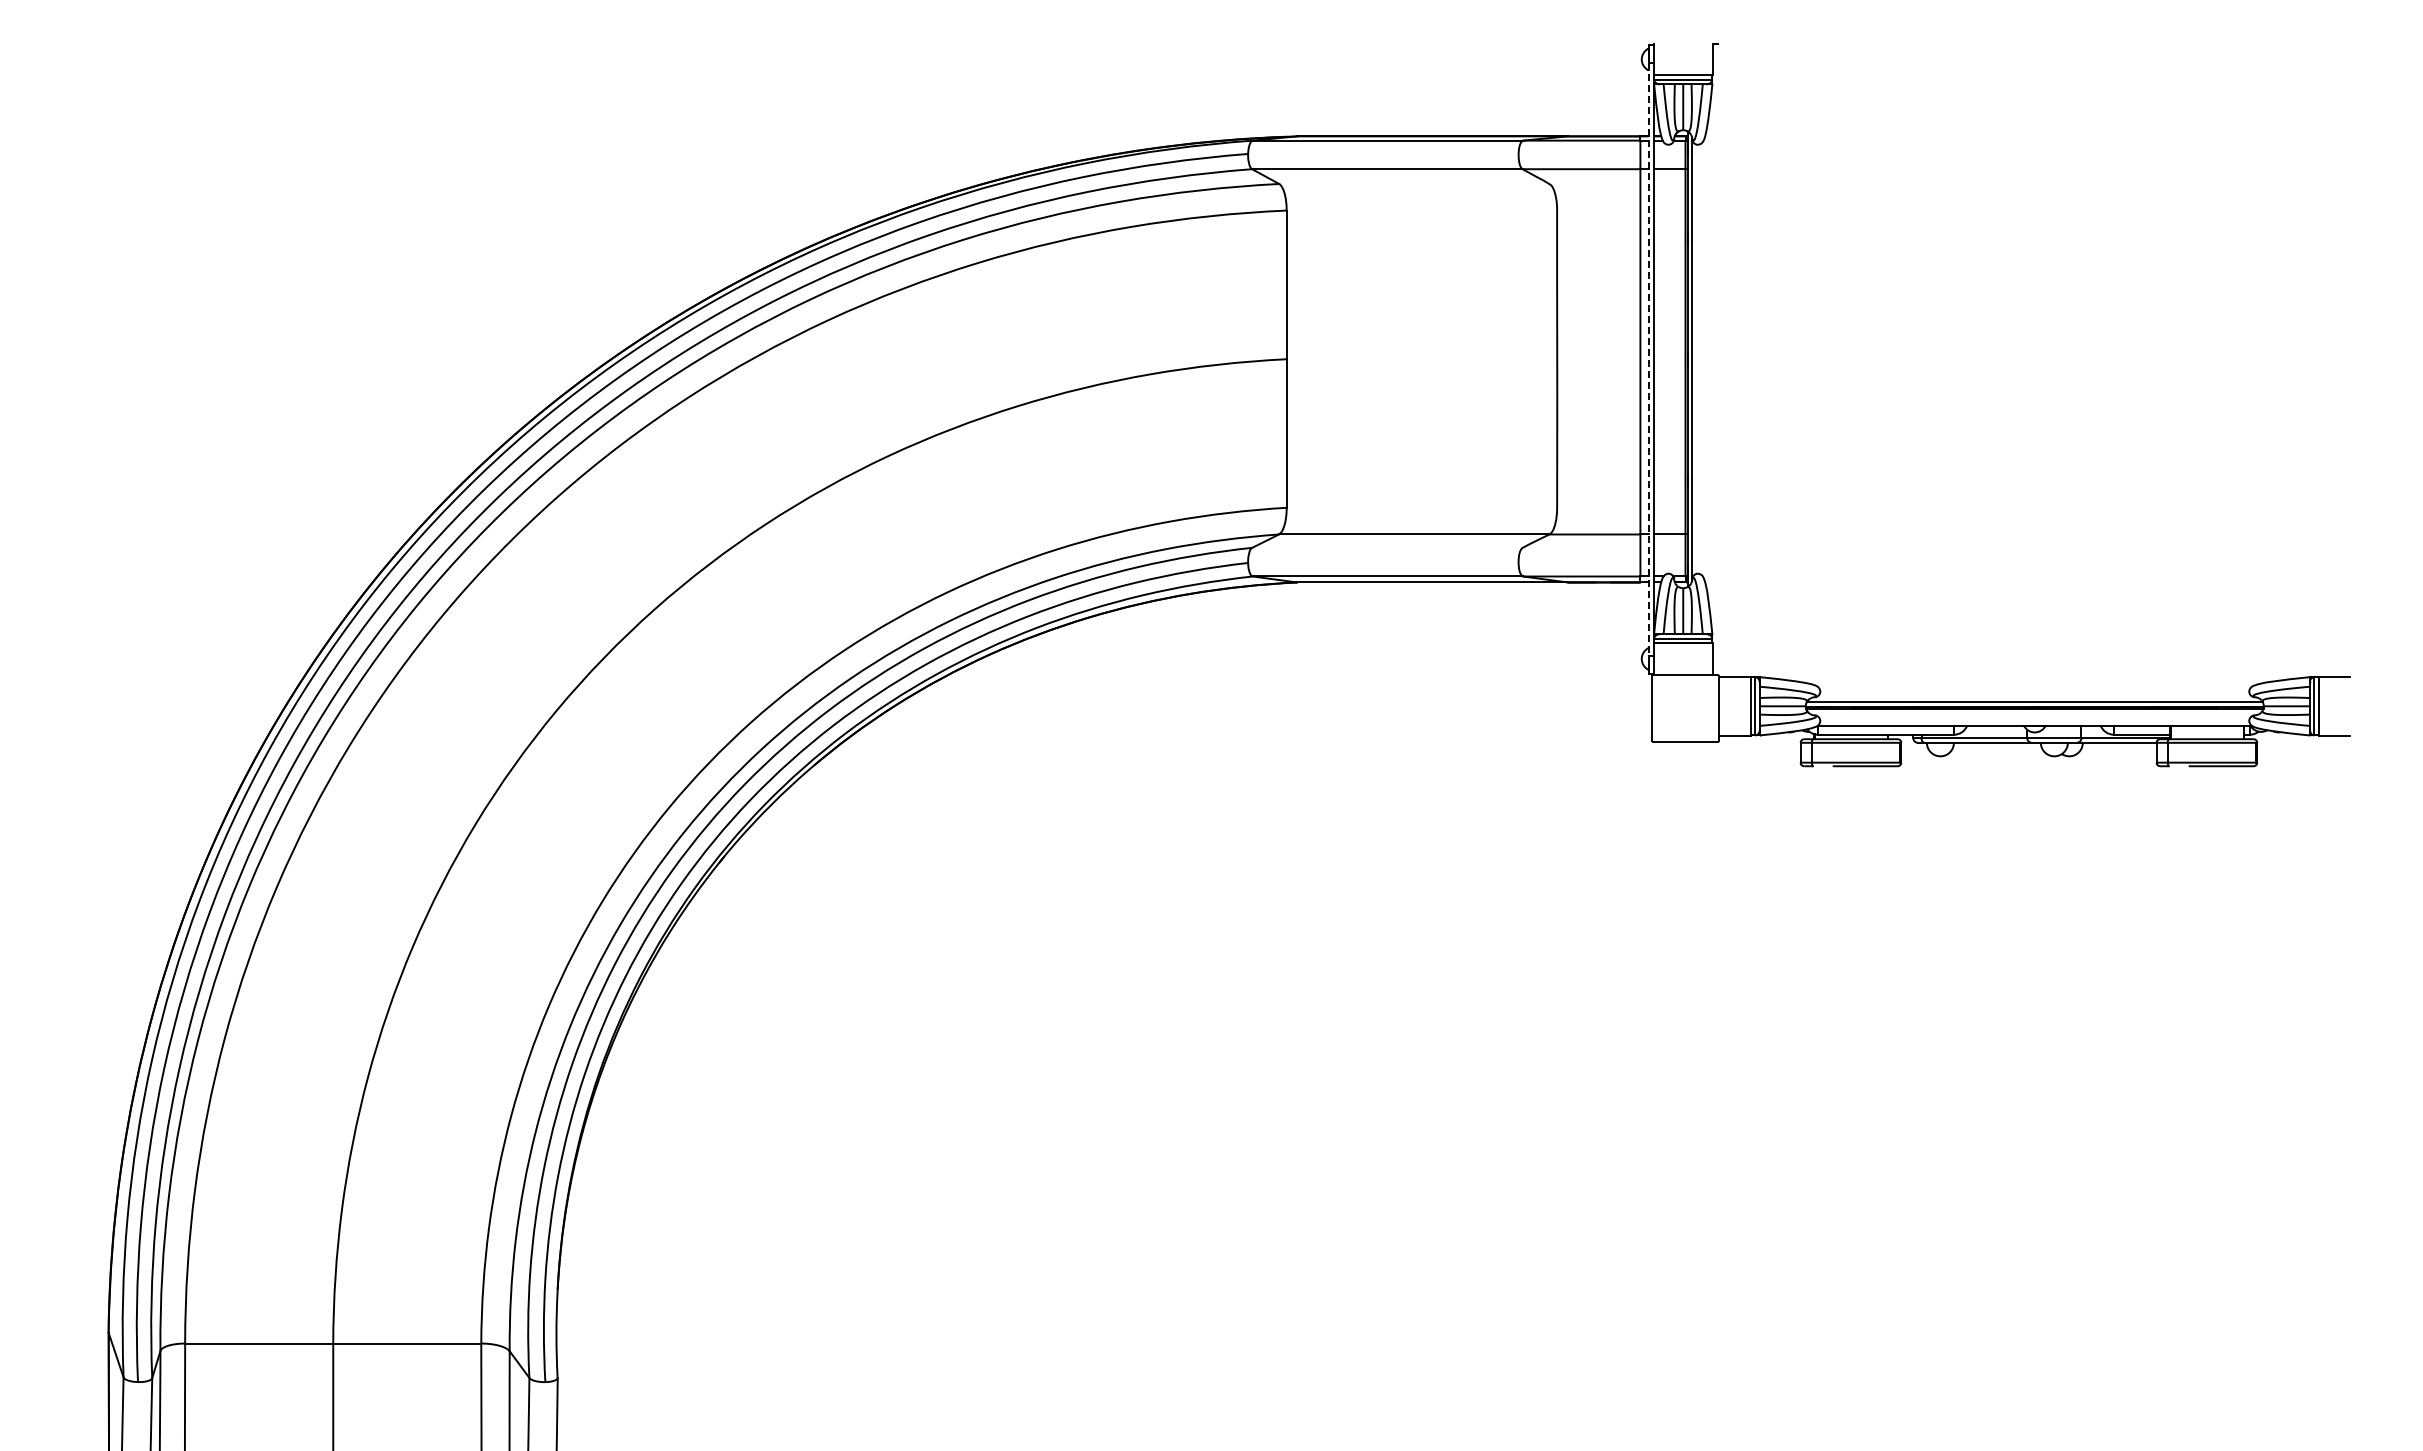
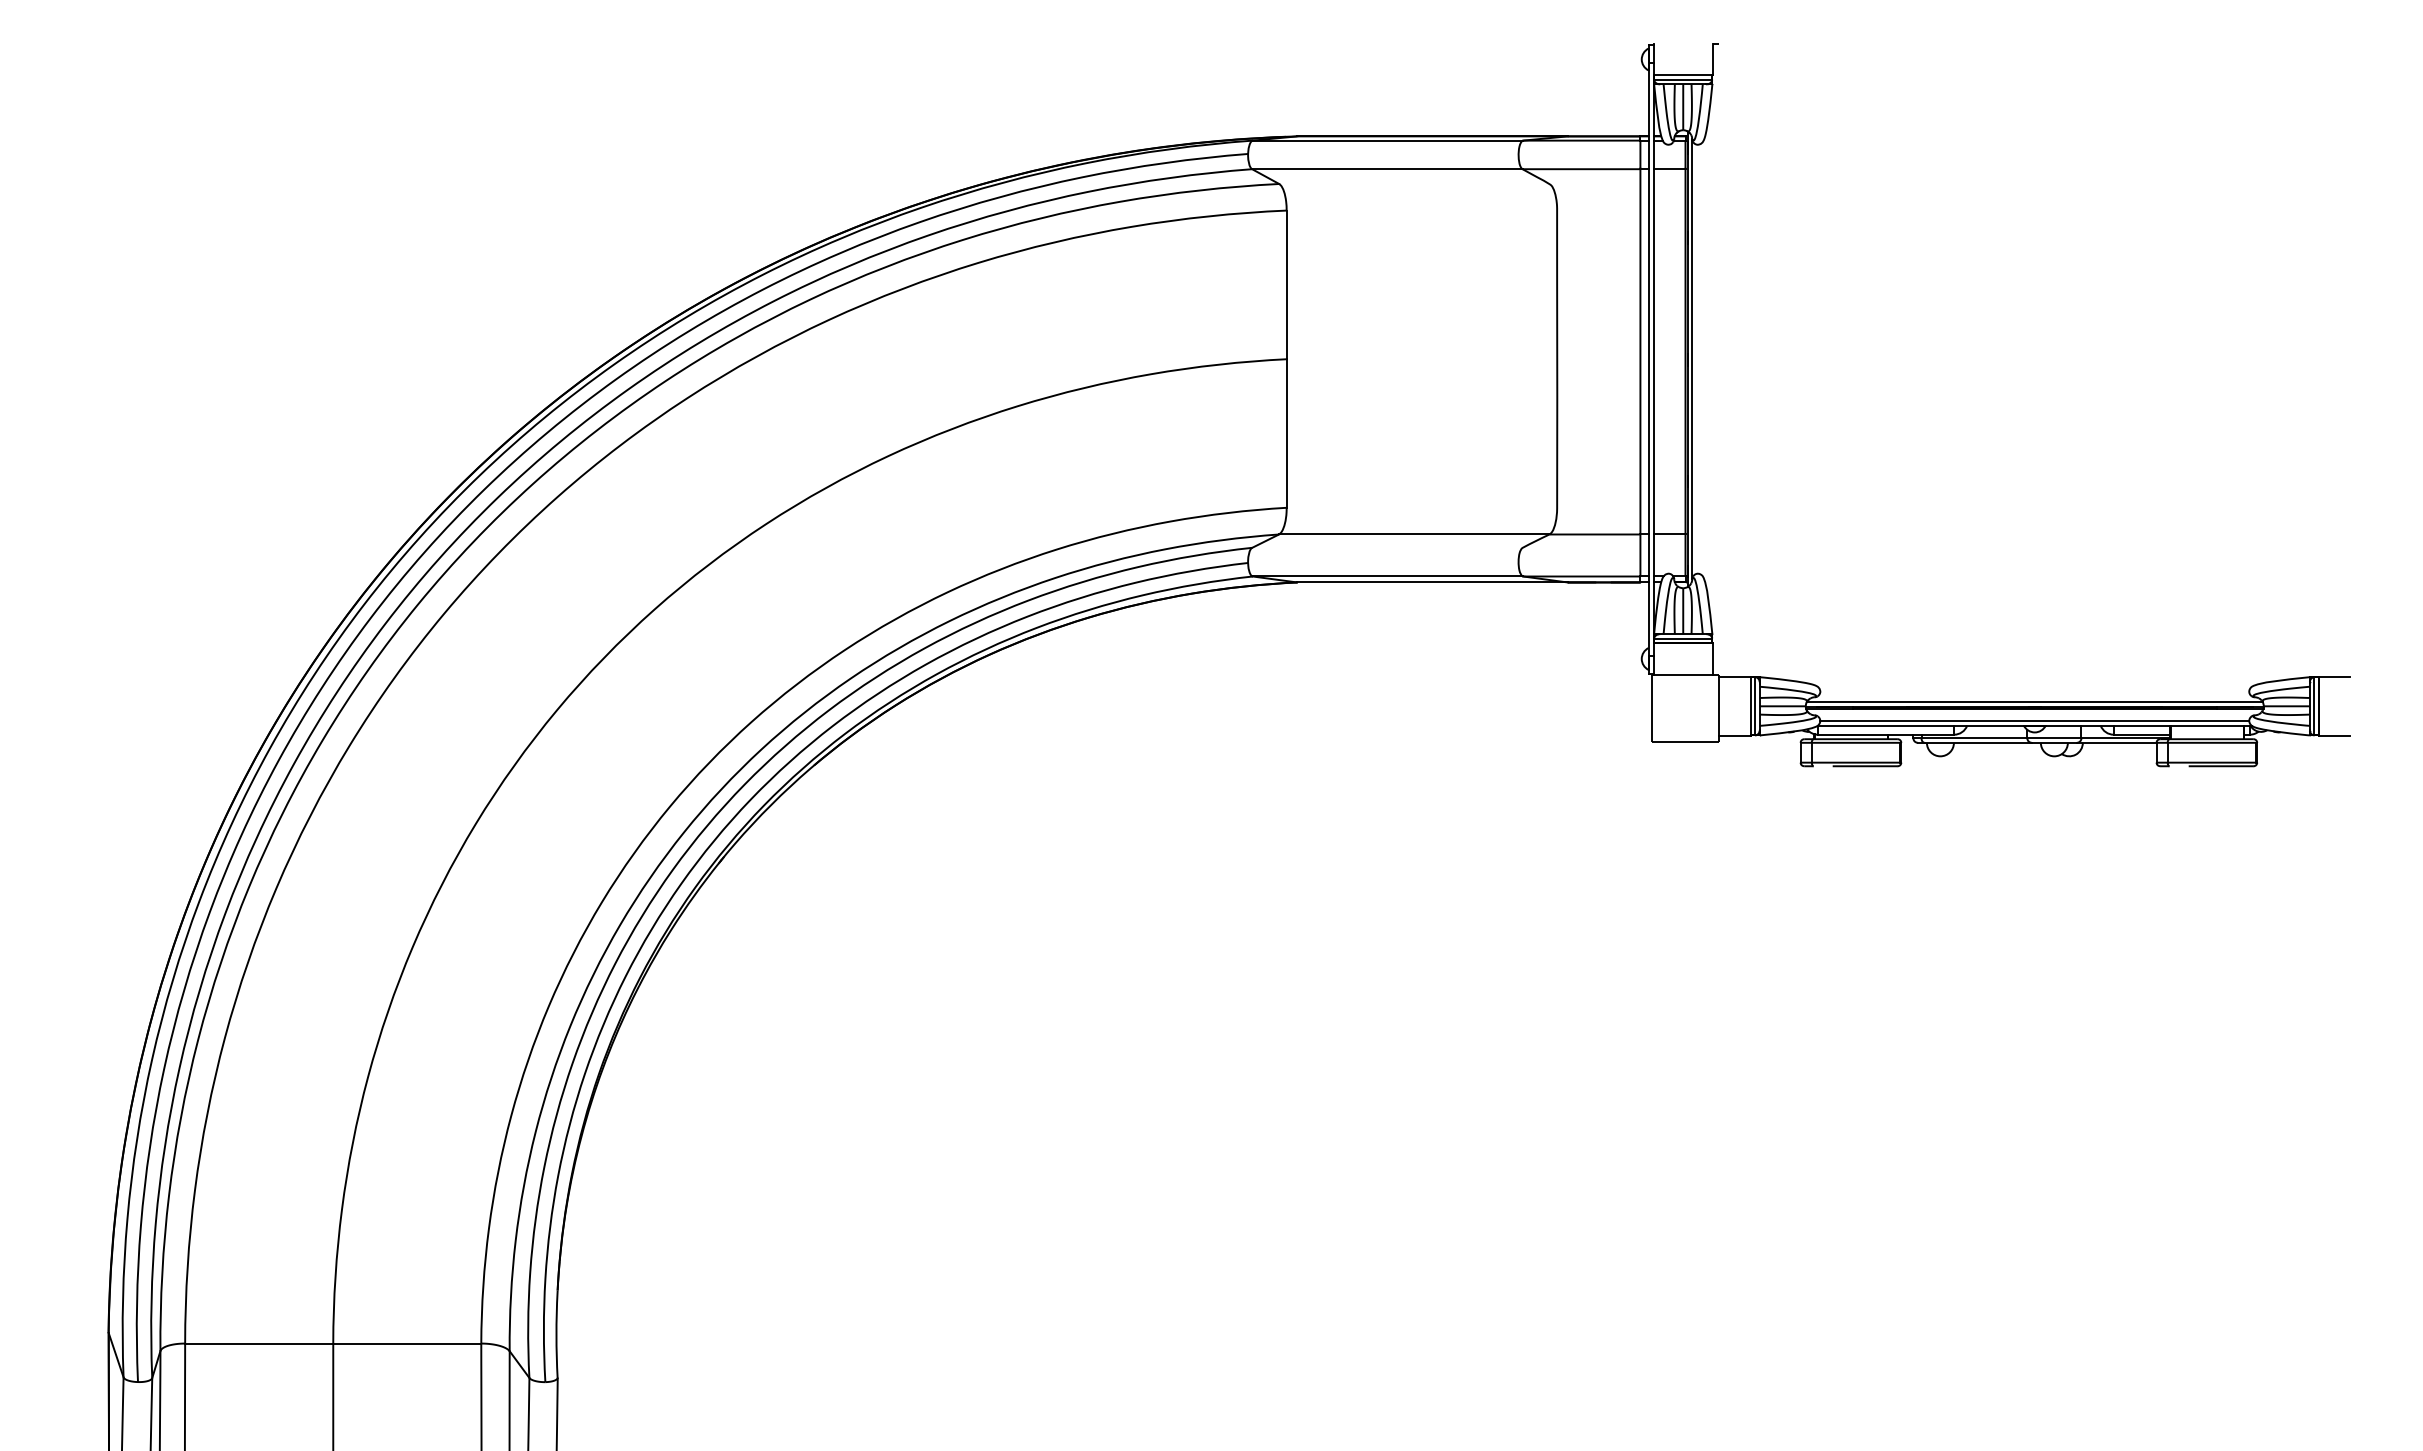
line at (1648, 359): dashed -> solid
line at (2034, 721): none -> present
